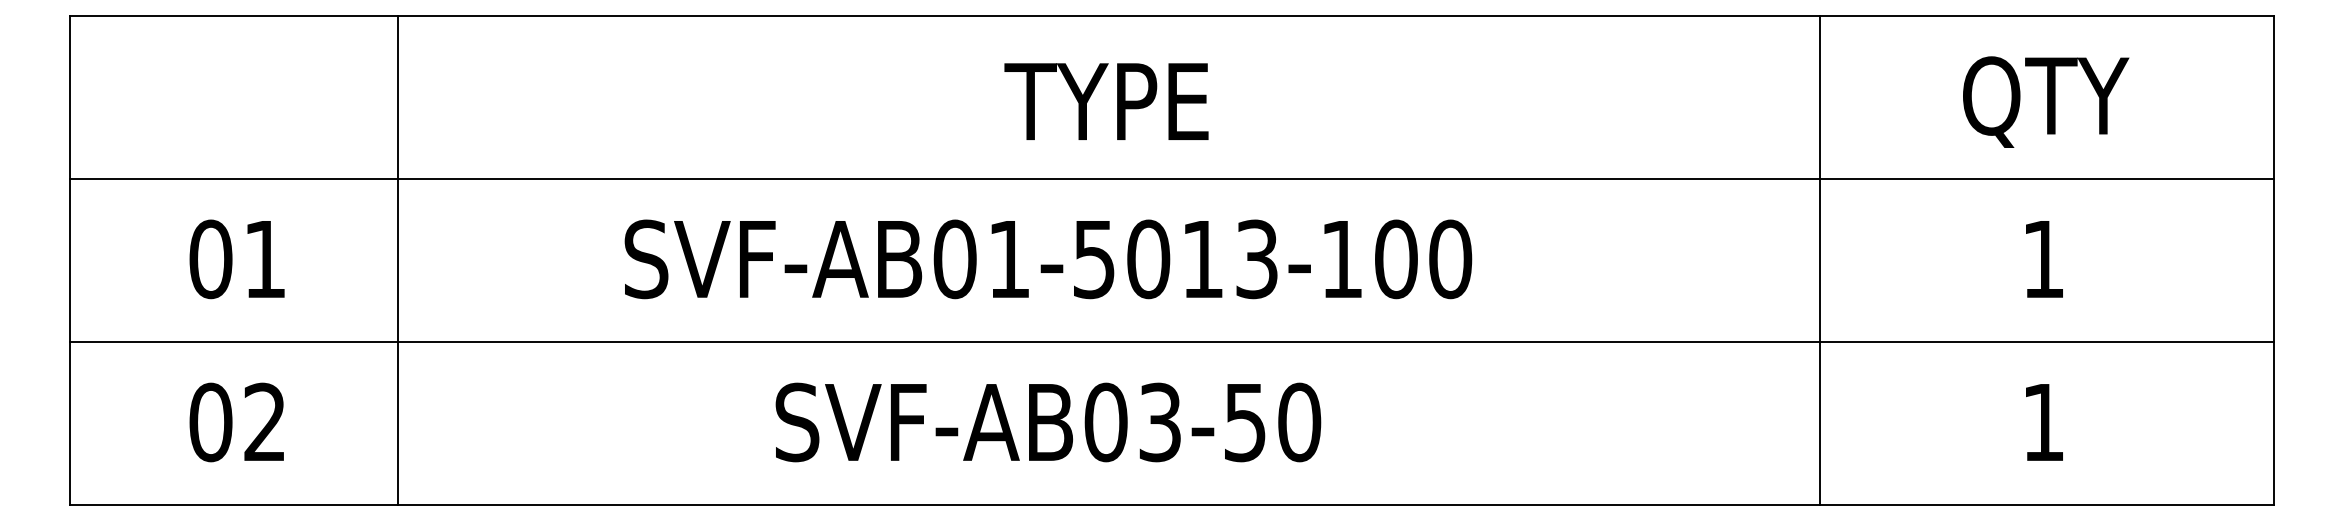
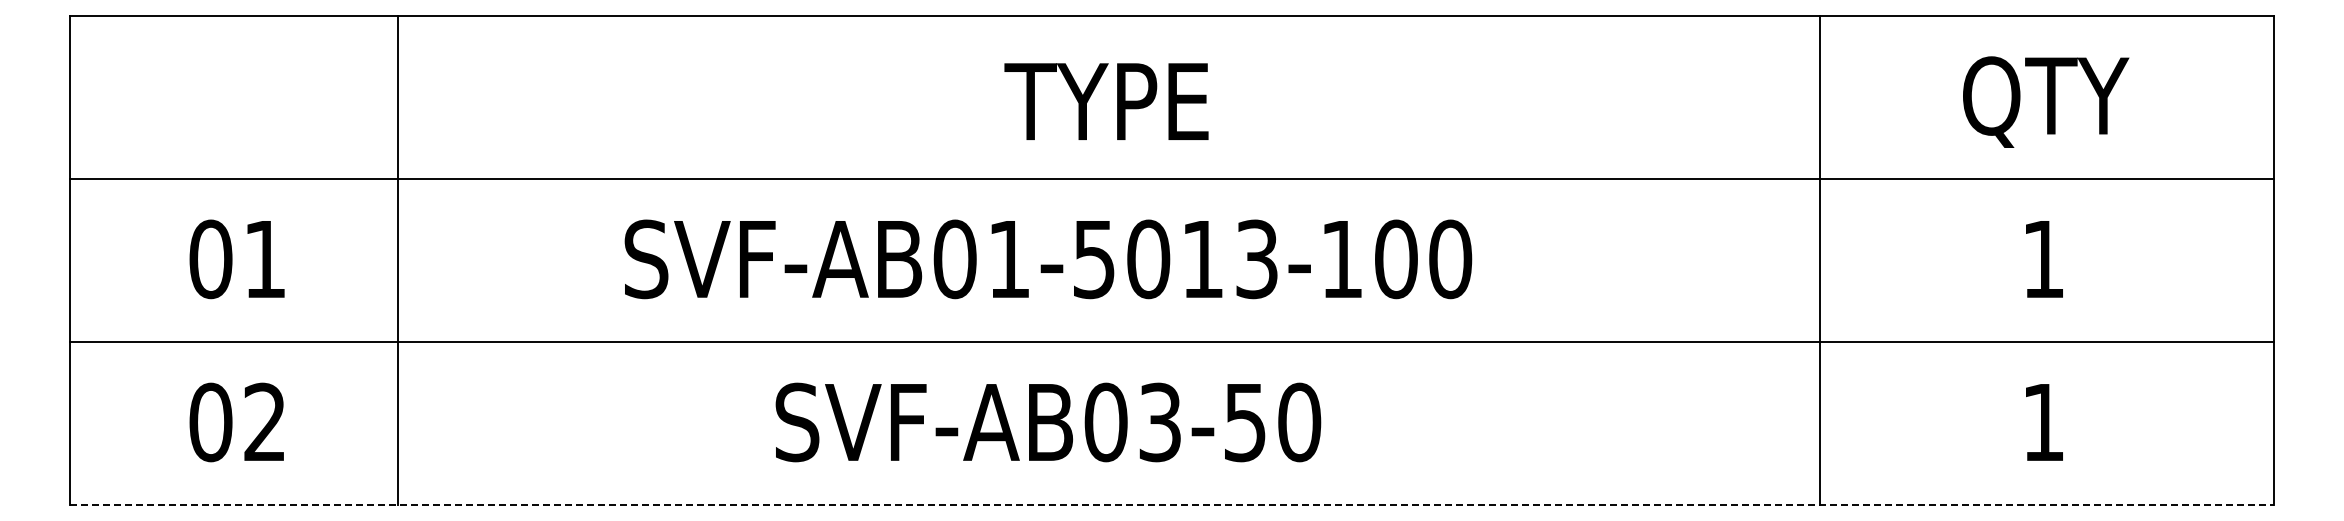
line at (1171, 505): solid -> dashed
